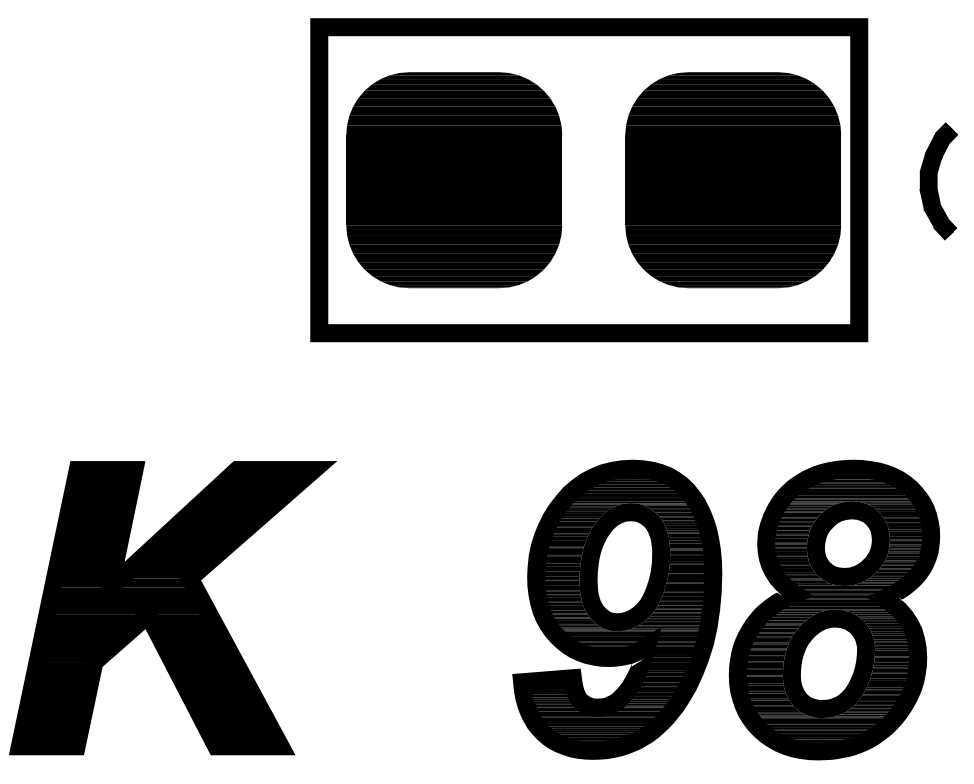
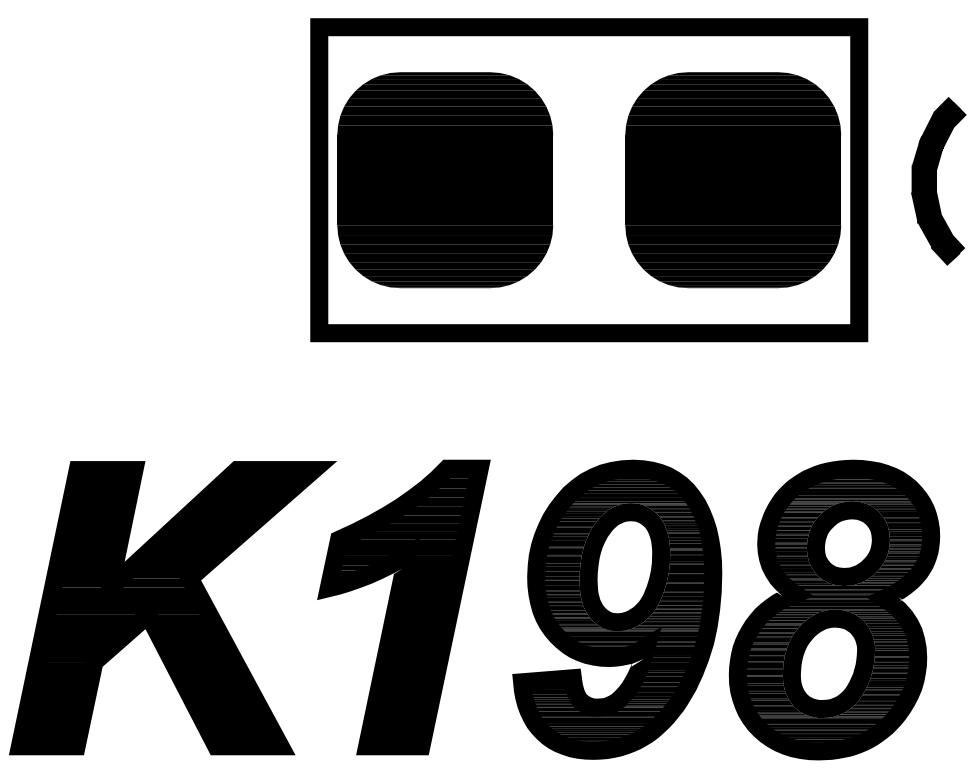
part at (454, 180) position: (454, 180) -> (445, 180)
part at (938, 181) size: 40x119 px -> 56x169 px
part at (403, 607): none -> present
